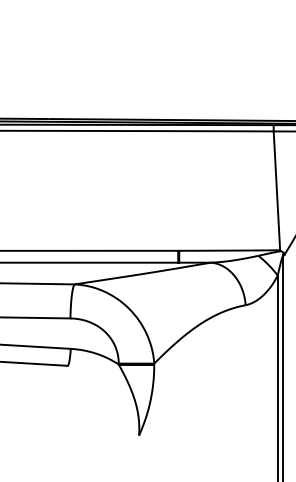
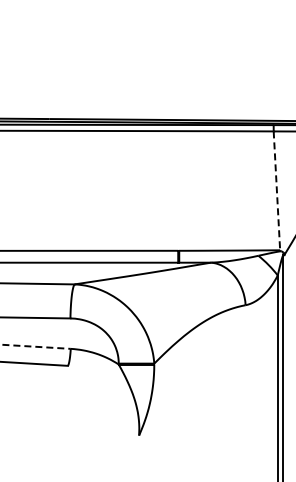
line at (276, 190): solid -> dashed
line at (35, 346): solid -> dashed
